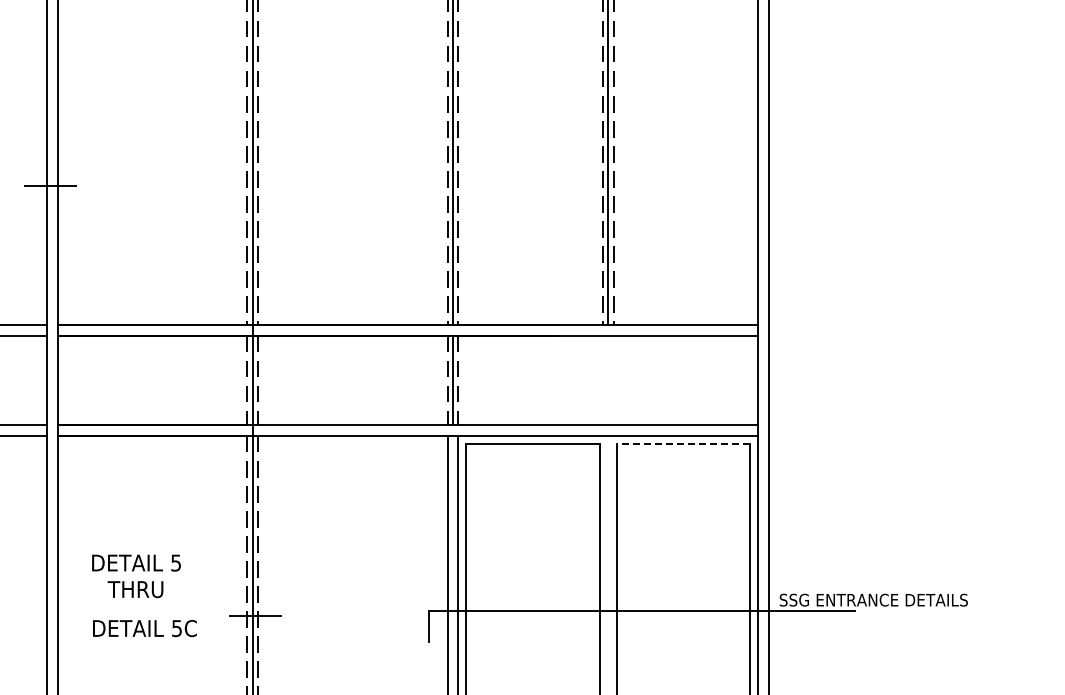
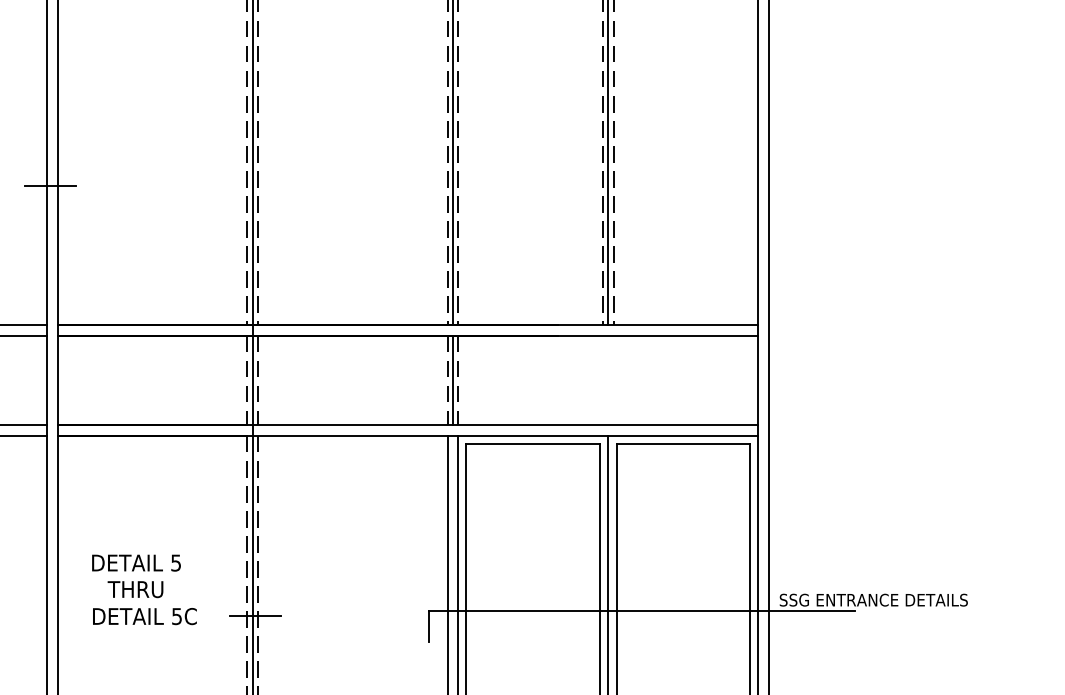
line at (683, 444): dashed -> solid
line at (608, 563): none -> present
text at (144, 628) position: (144, 628) -> (144, 616)
